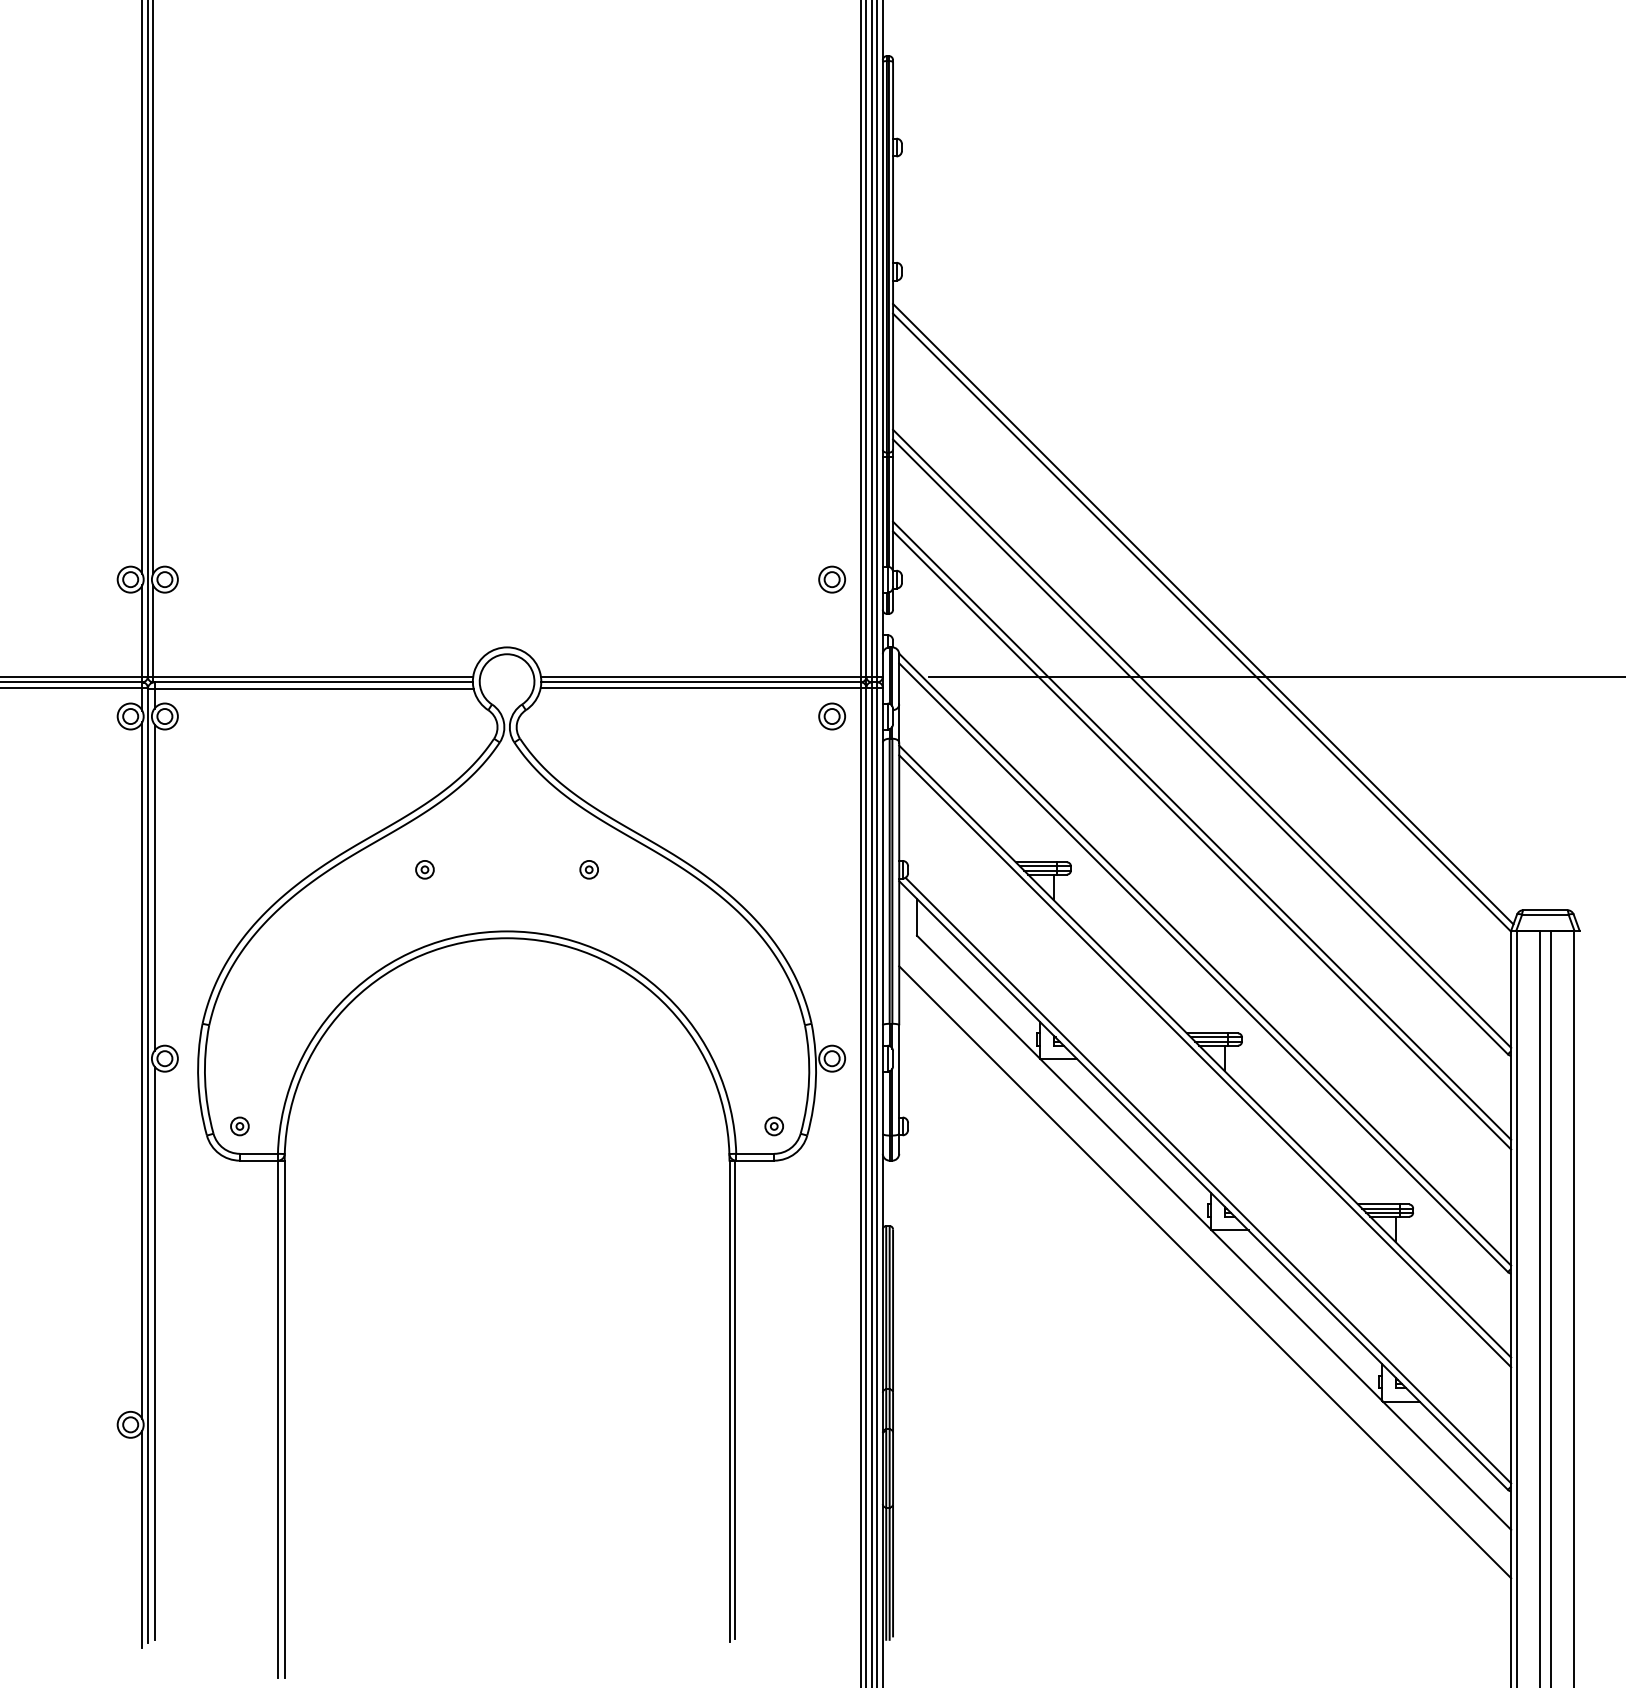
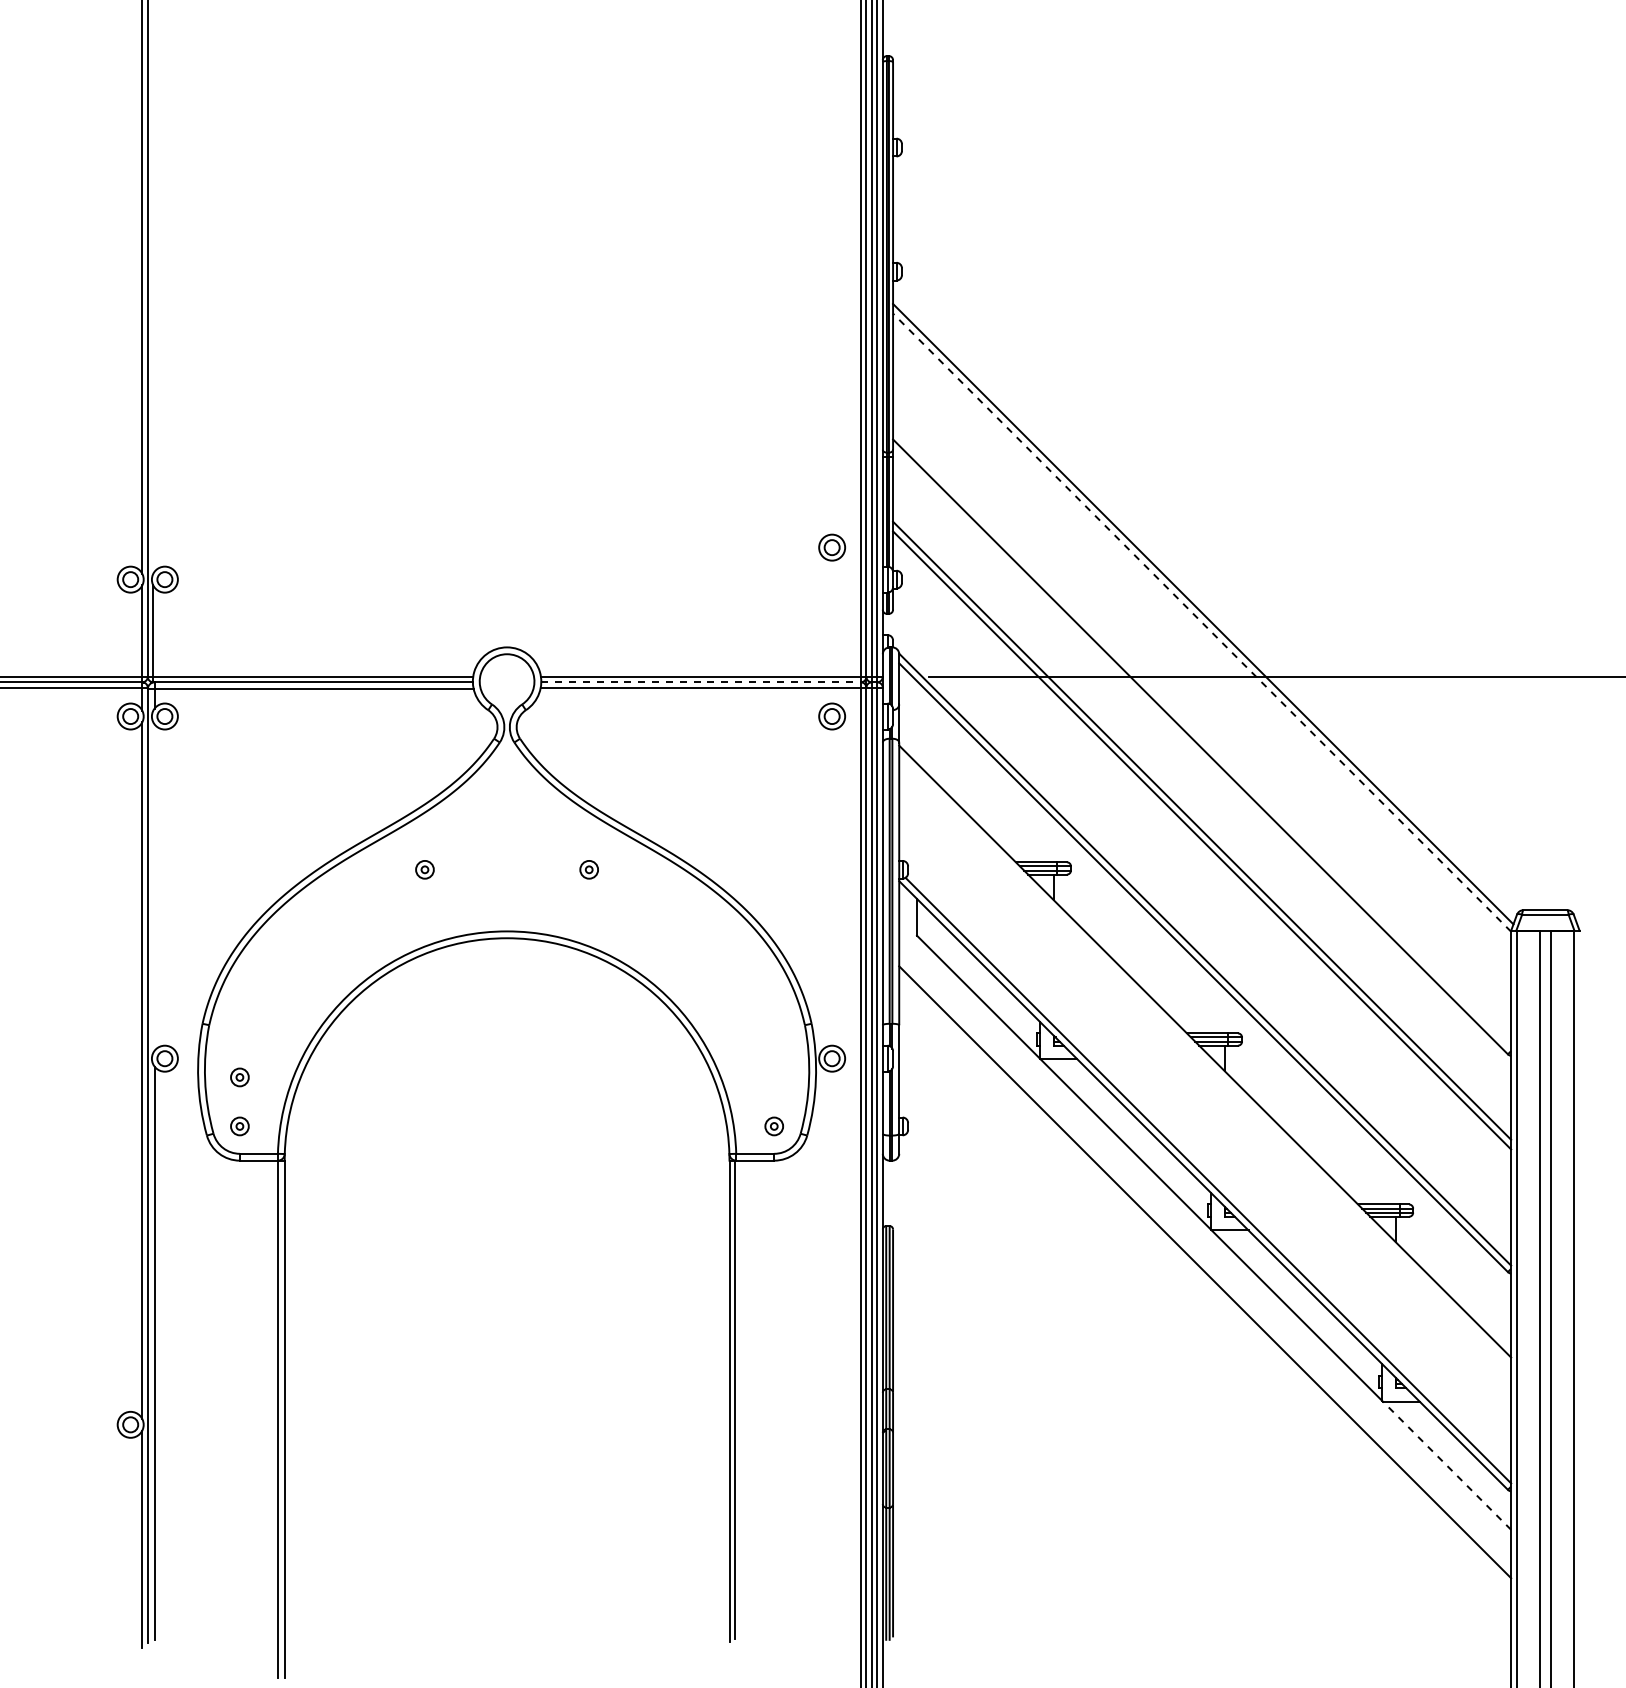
line at (153, 287): present -> none
part at (832, 579) position: (832, 579) -> (832, 547)
line at (1201, 622): solid -> dashed
line at (701, 682): solid -> dashed
line at (1202, 738): present -> none
line at (154, 887): present -> none
line at (1205, 1061): present -> none
part at (239, 1077): none -> present
line at (1447, 1465): solid -> dashed
